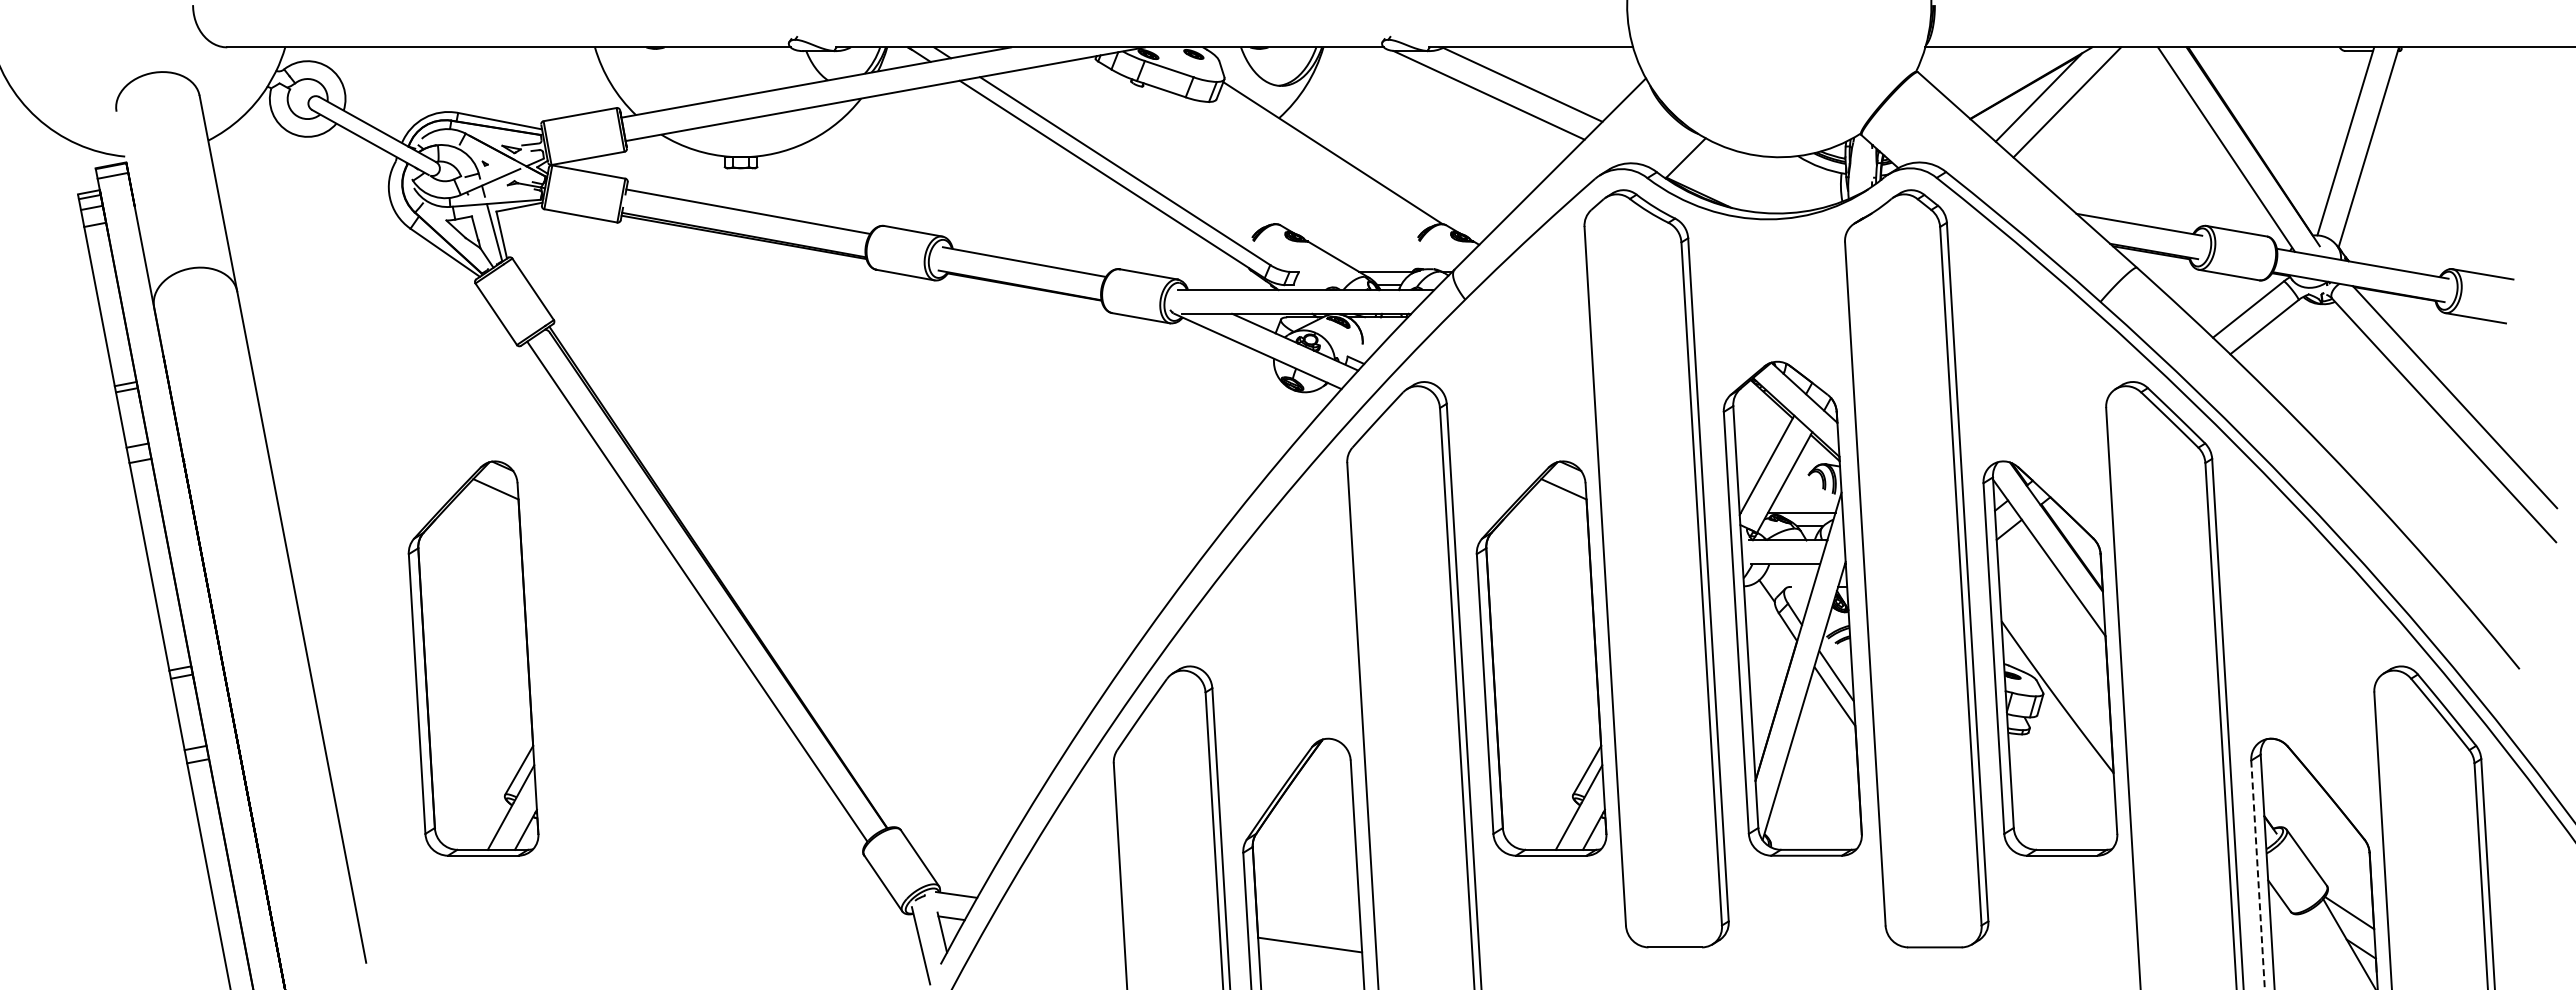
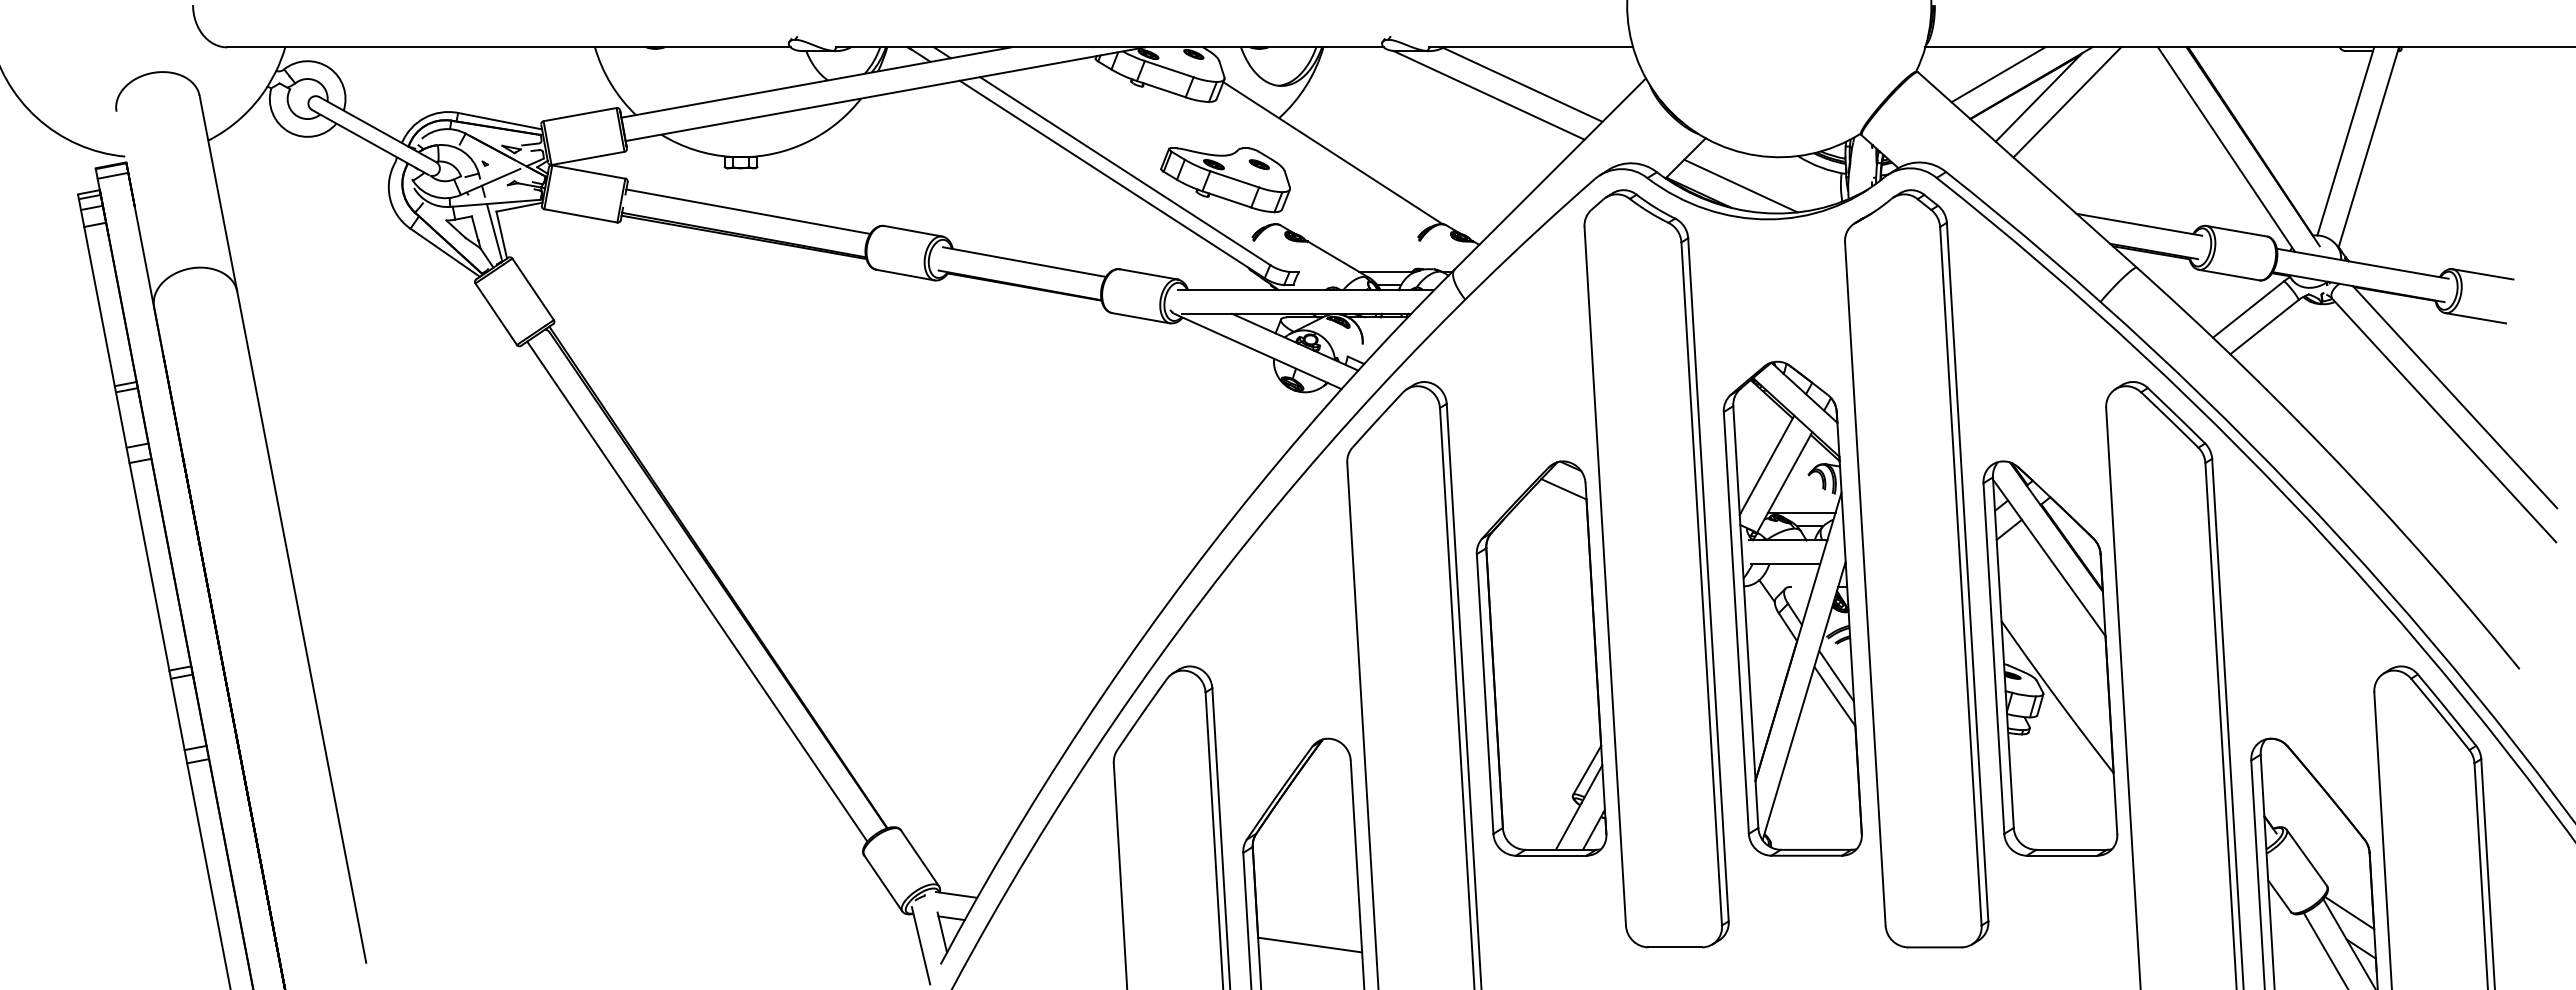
line at (1998, 74): none -> present
part at (1225, 180): none -> present
line at (1740, 185): none -> present
part at (473, 658): present -> none
line at (2258, 875): dashed -> solid
line at (2324, 949): none -> present
